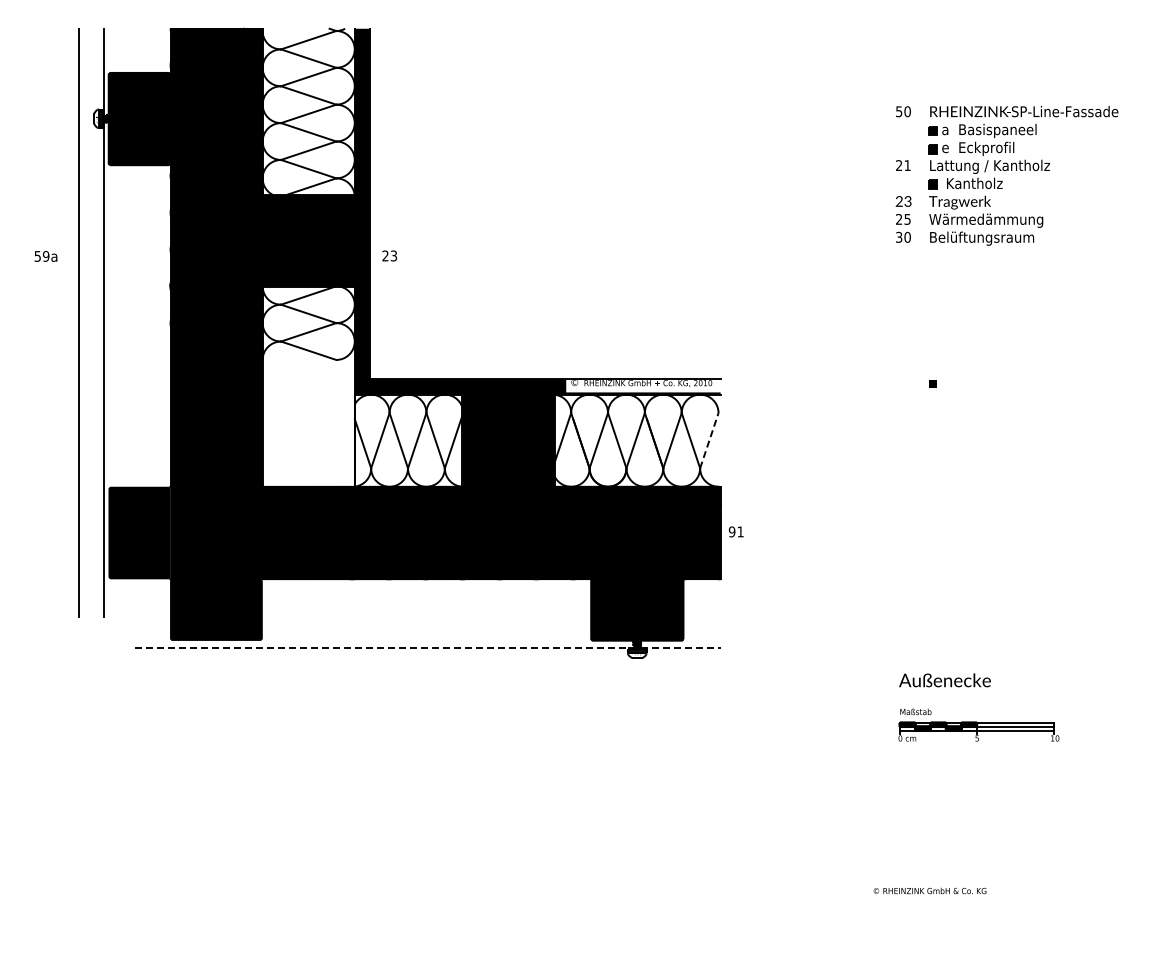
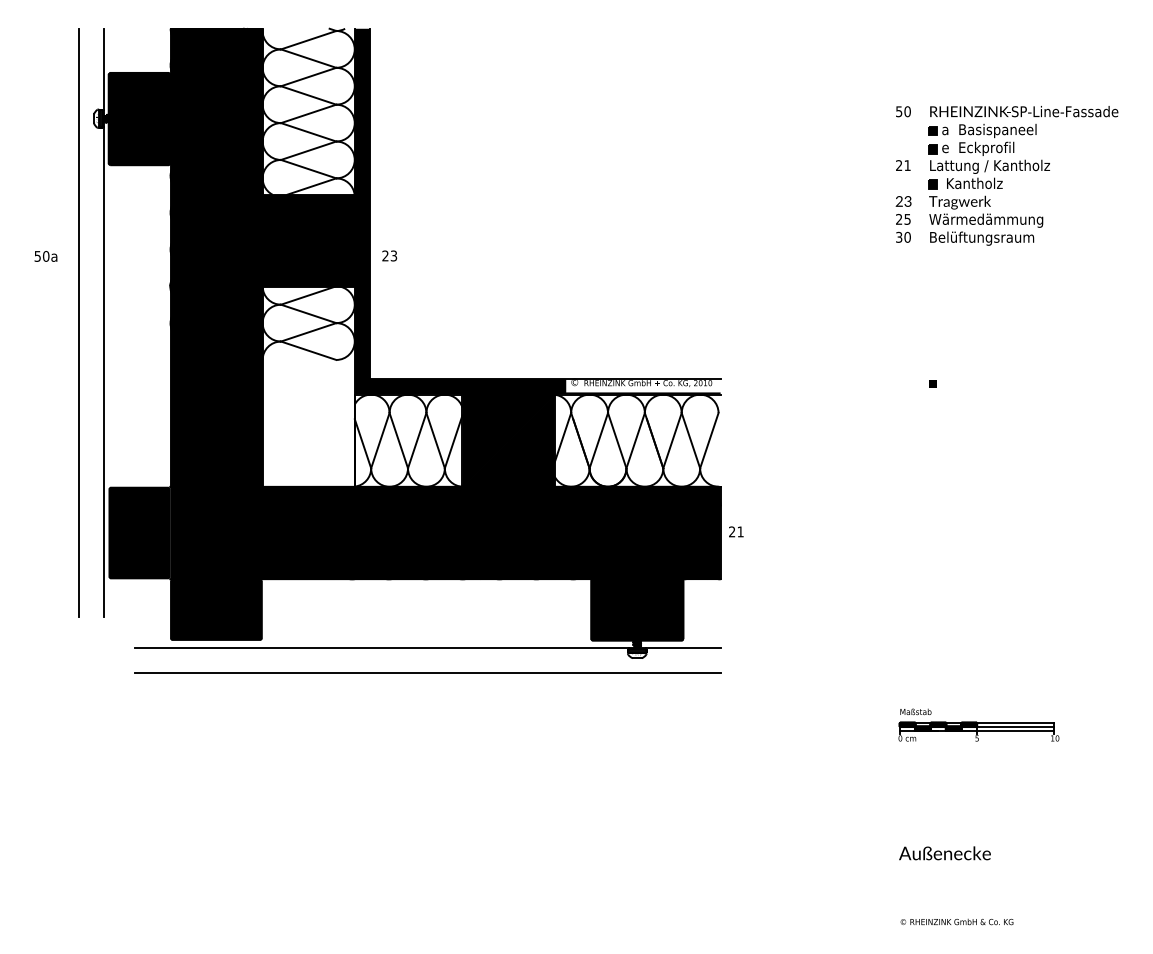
text at (45, 256): 59a -> 50a
line at (709, 440): dashed -> solid
text at (731, 531): 91 -> 21
line at (427, 648): dashed -> solid
line at (427, 673): none -> present
text at (944, 680) position: (944, 680) -> (944, 853)
text at (929, 890) position: (929, 890) -> (956, 921)
